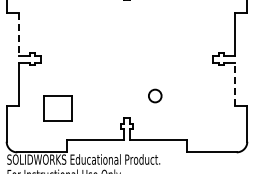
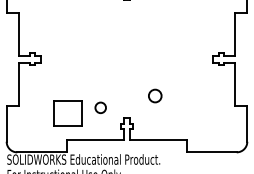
line at (19, 34): dashed -> solid
line at (234, 84): dashed -> solid
circle at (100, 107): none -> present
part at (57, 108) position: (57, 108) -> (67, 113)
